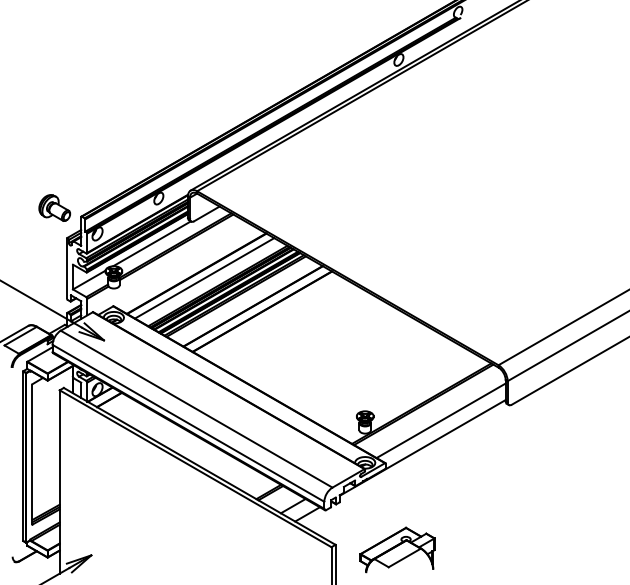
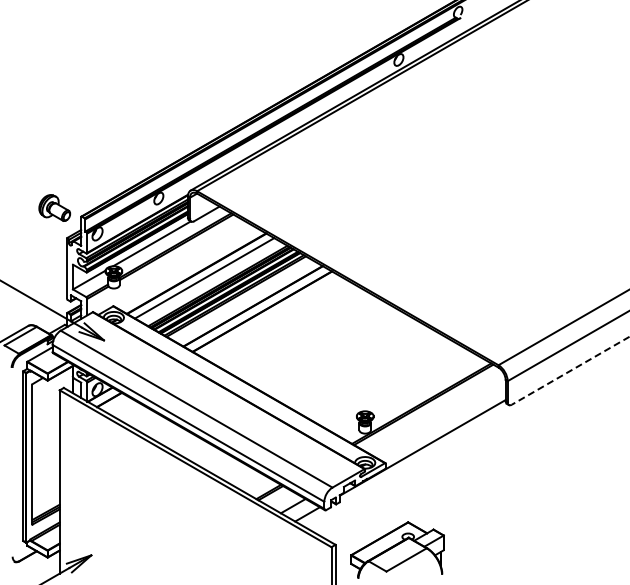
line at (570, 370): solid -> dashed
line at (440, 420): present -> none
part at (397, 549) size: 77x48 px -> 95x58 px
